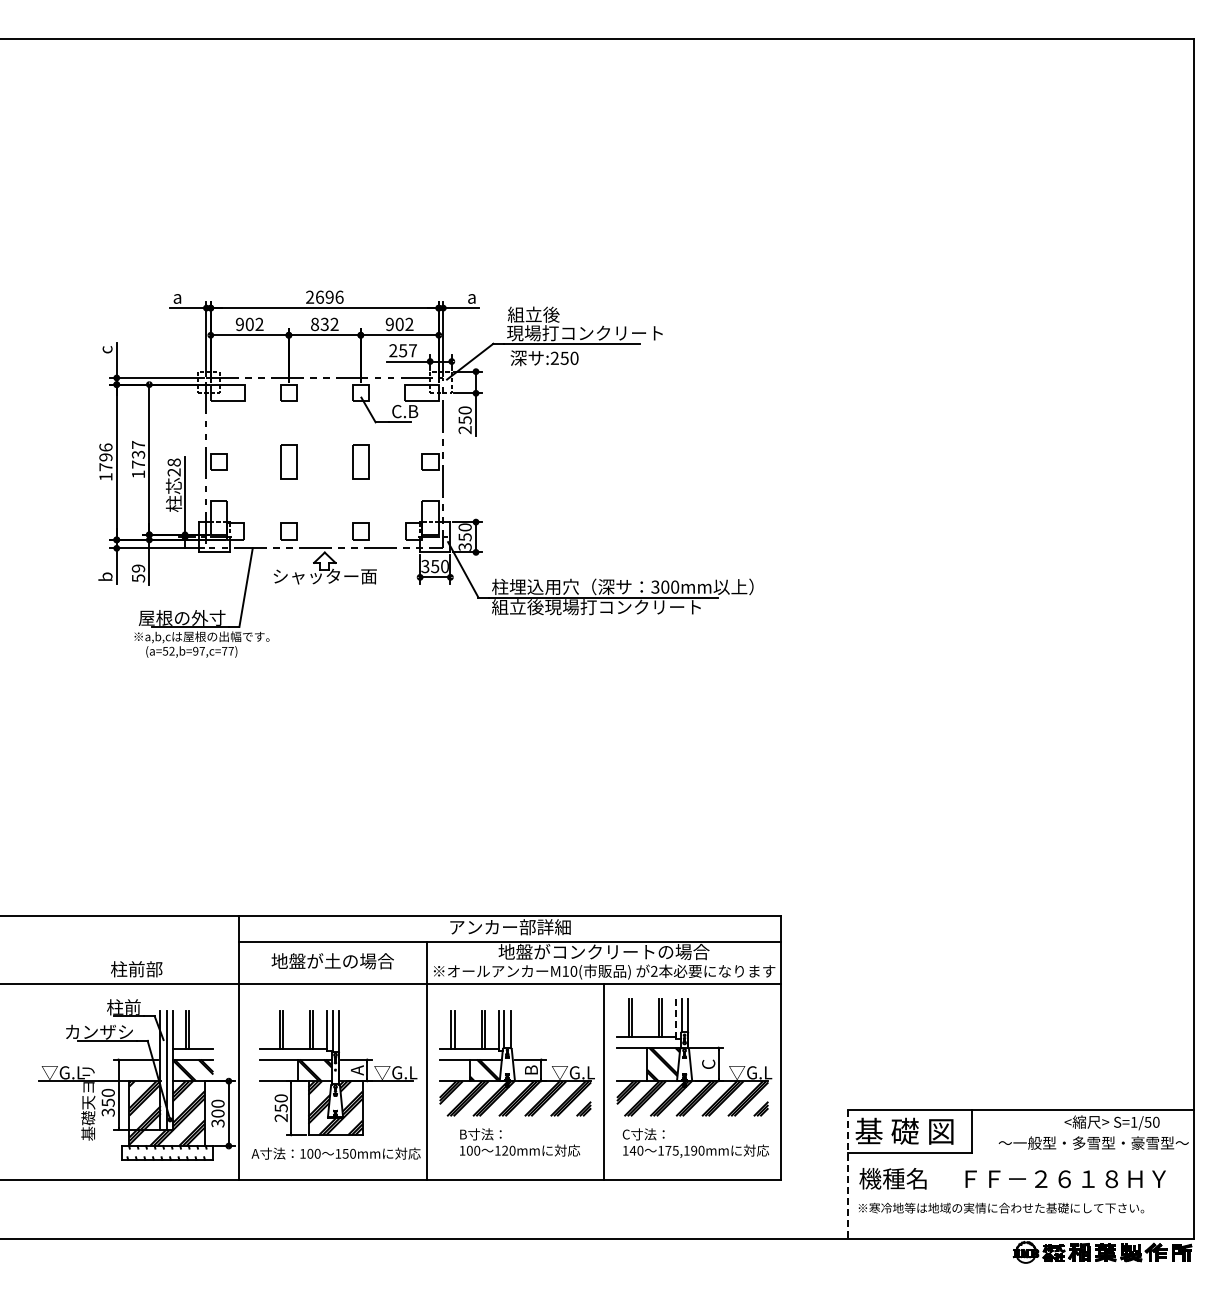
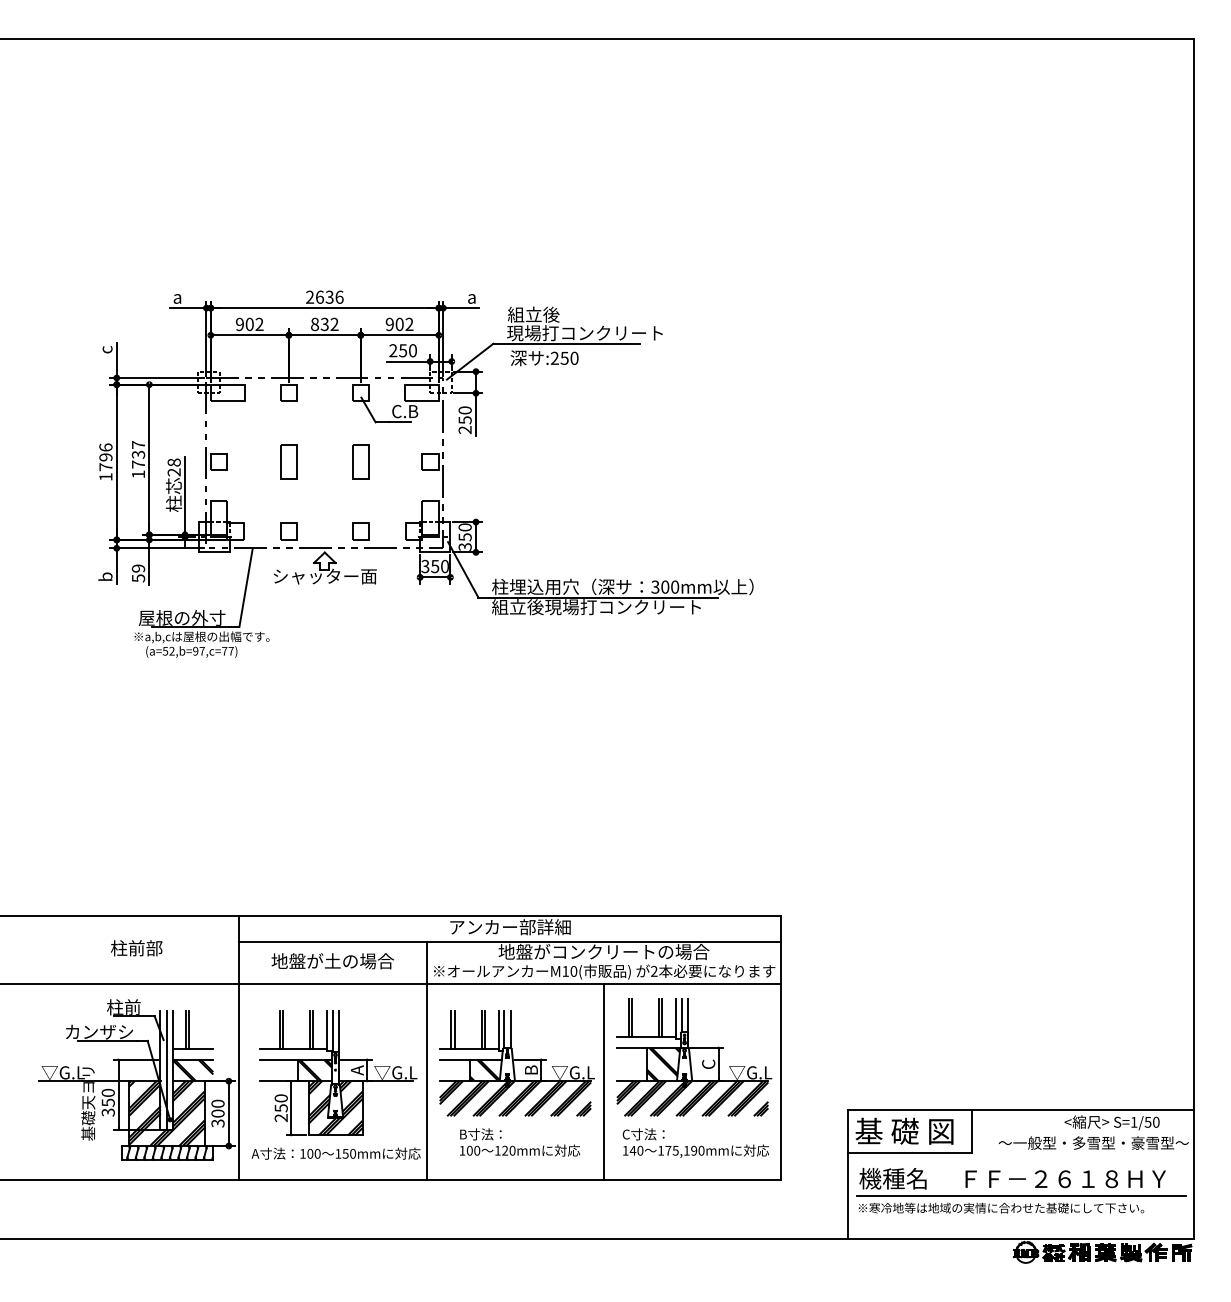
text at (329, 297): 2696 -> 2636
text at (412, 350): 257 -> 250
text at (136, 969) position: (136, 969) -> (136, 948)
line at (675, 1019): dashed -> solid
hatch at (166, 1152): none -> present
line at (848, 1174): dashed -> solid
line at (1020, 1196): none -> present
